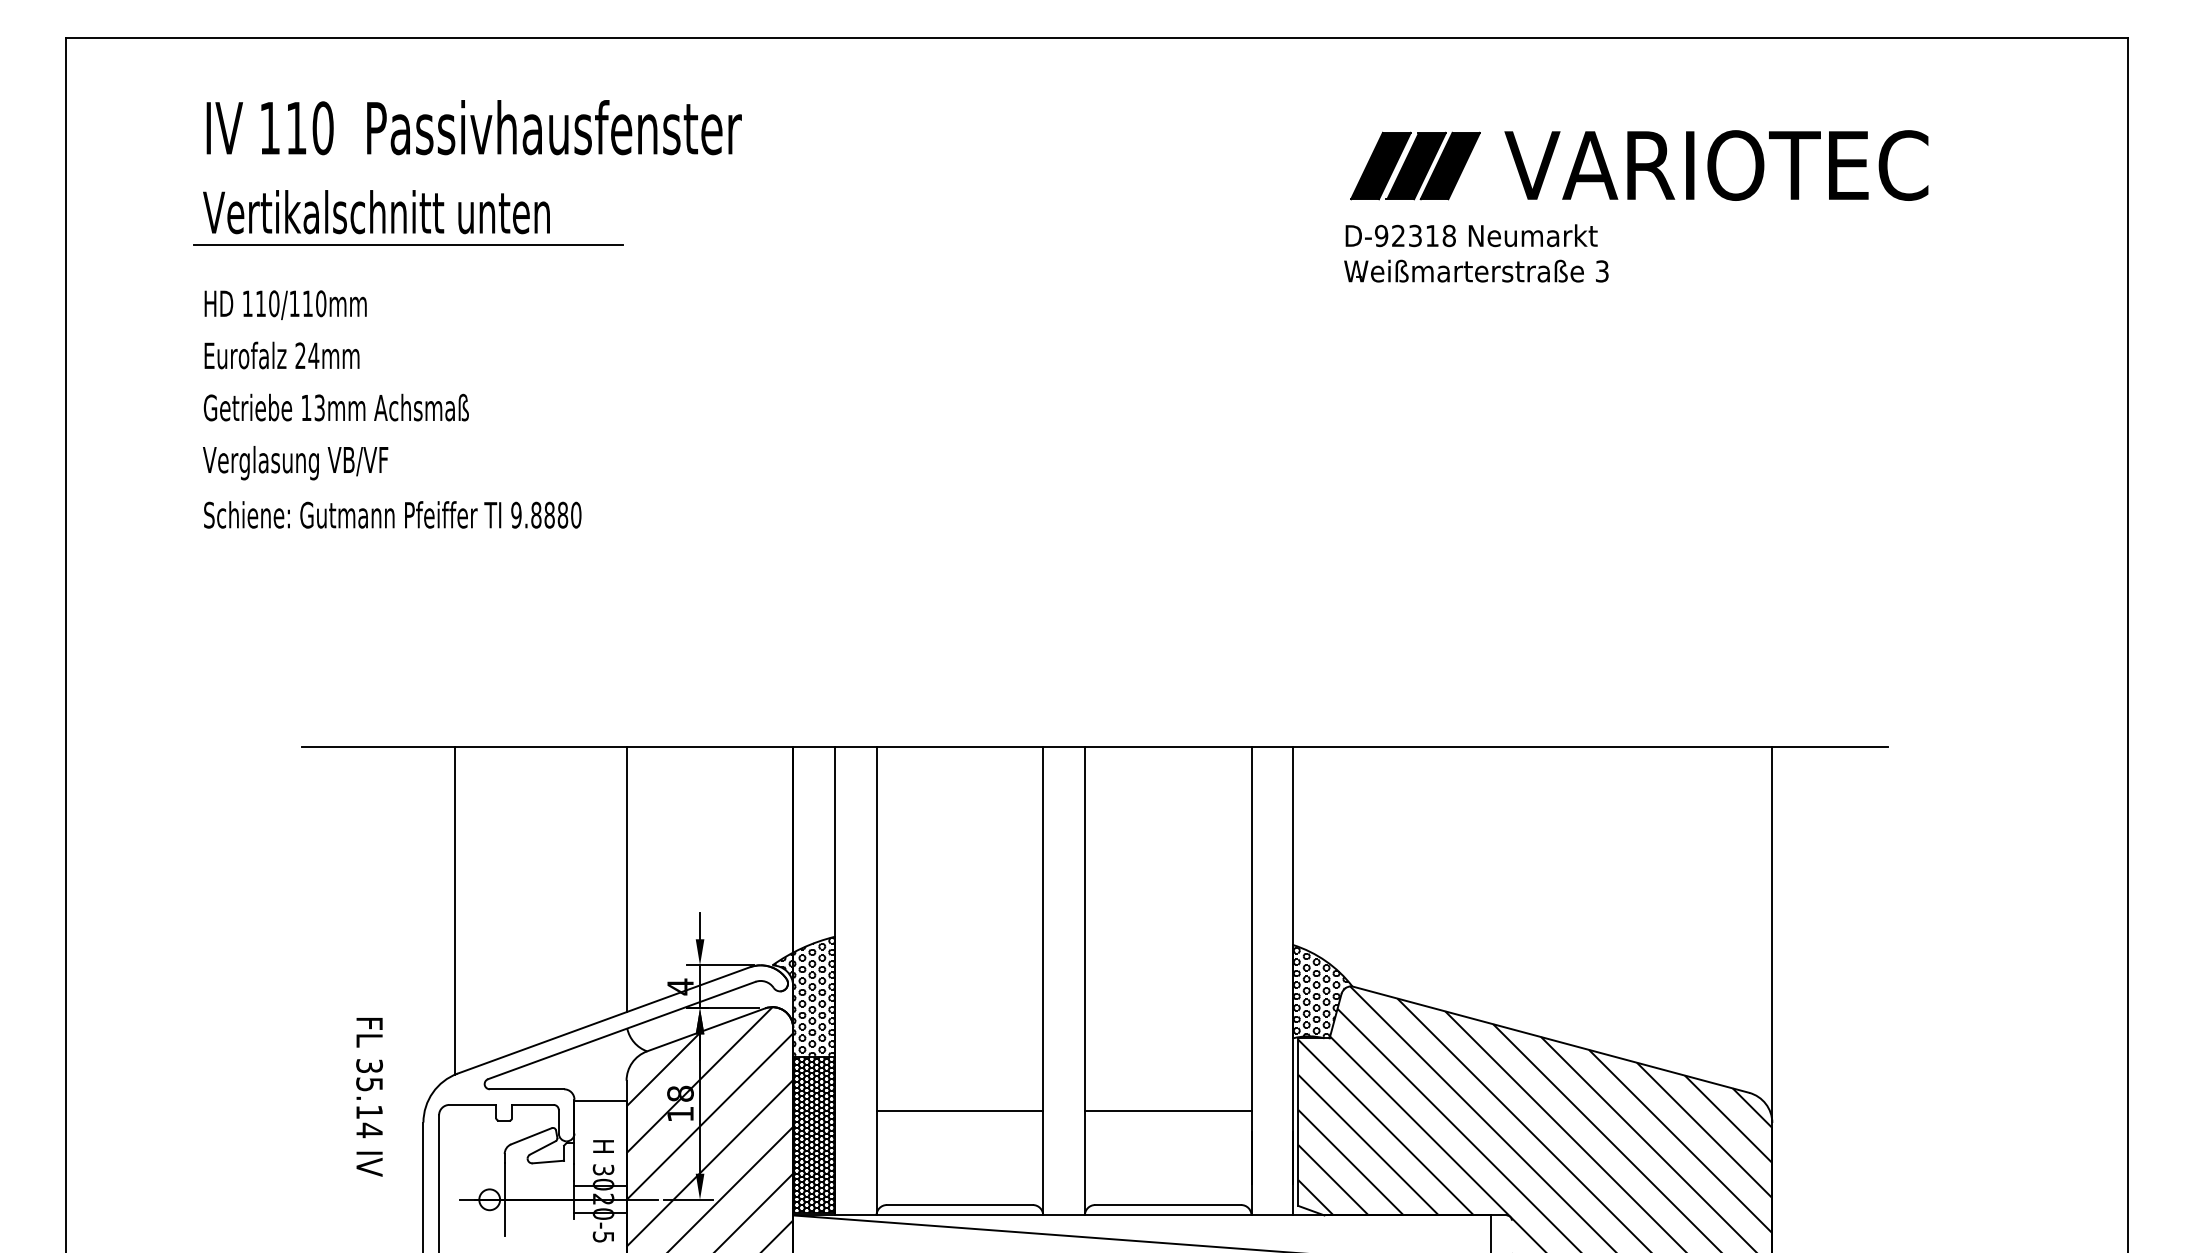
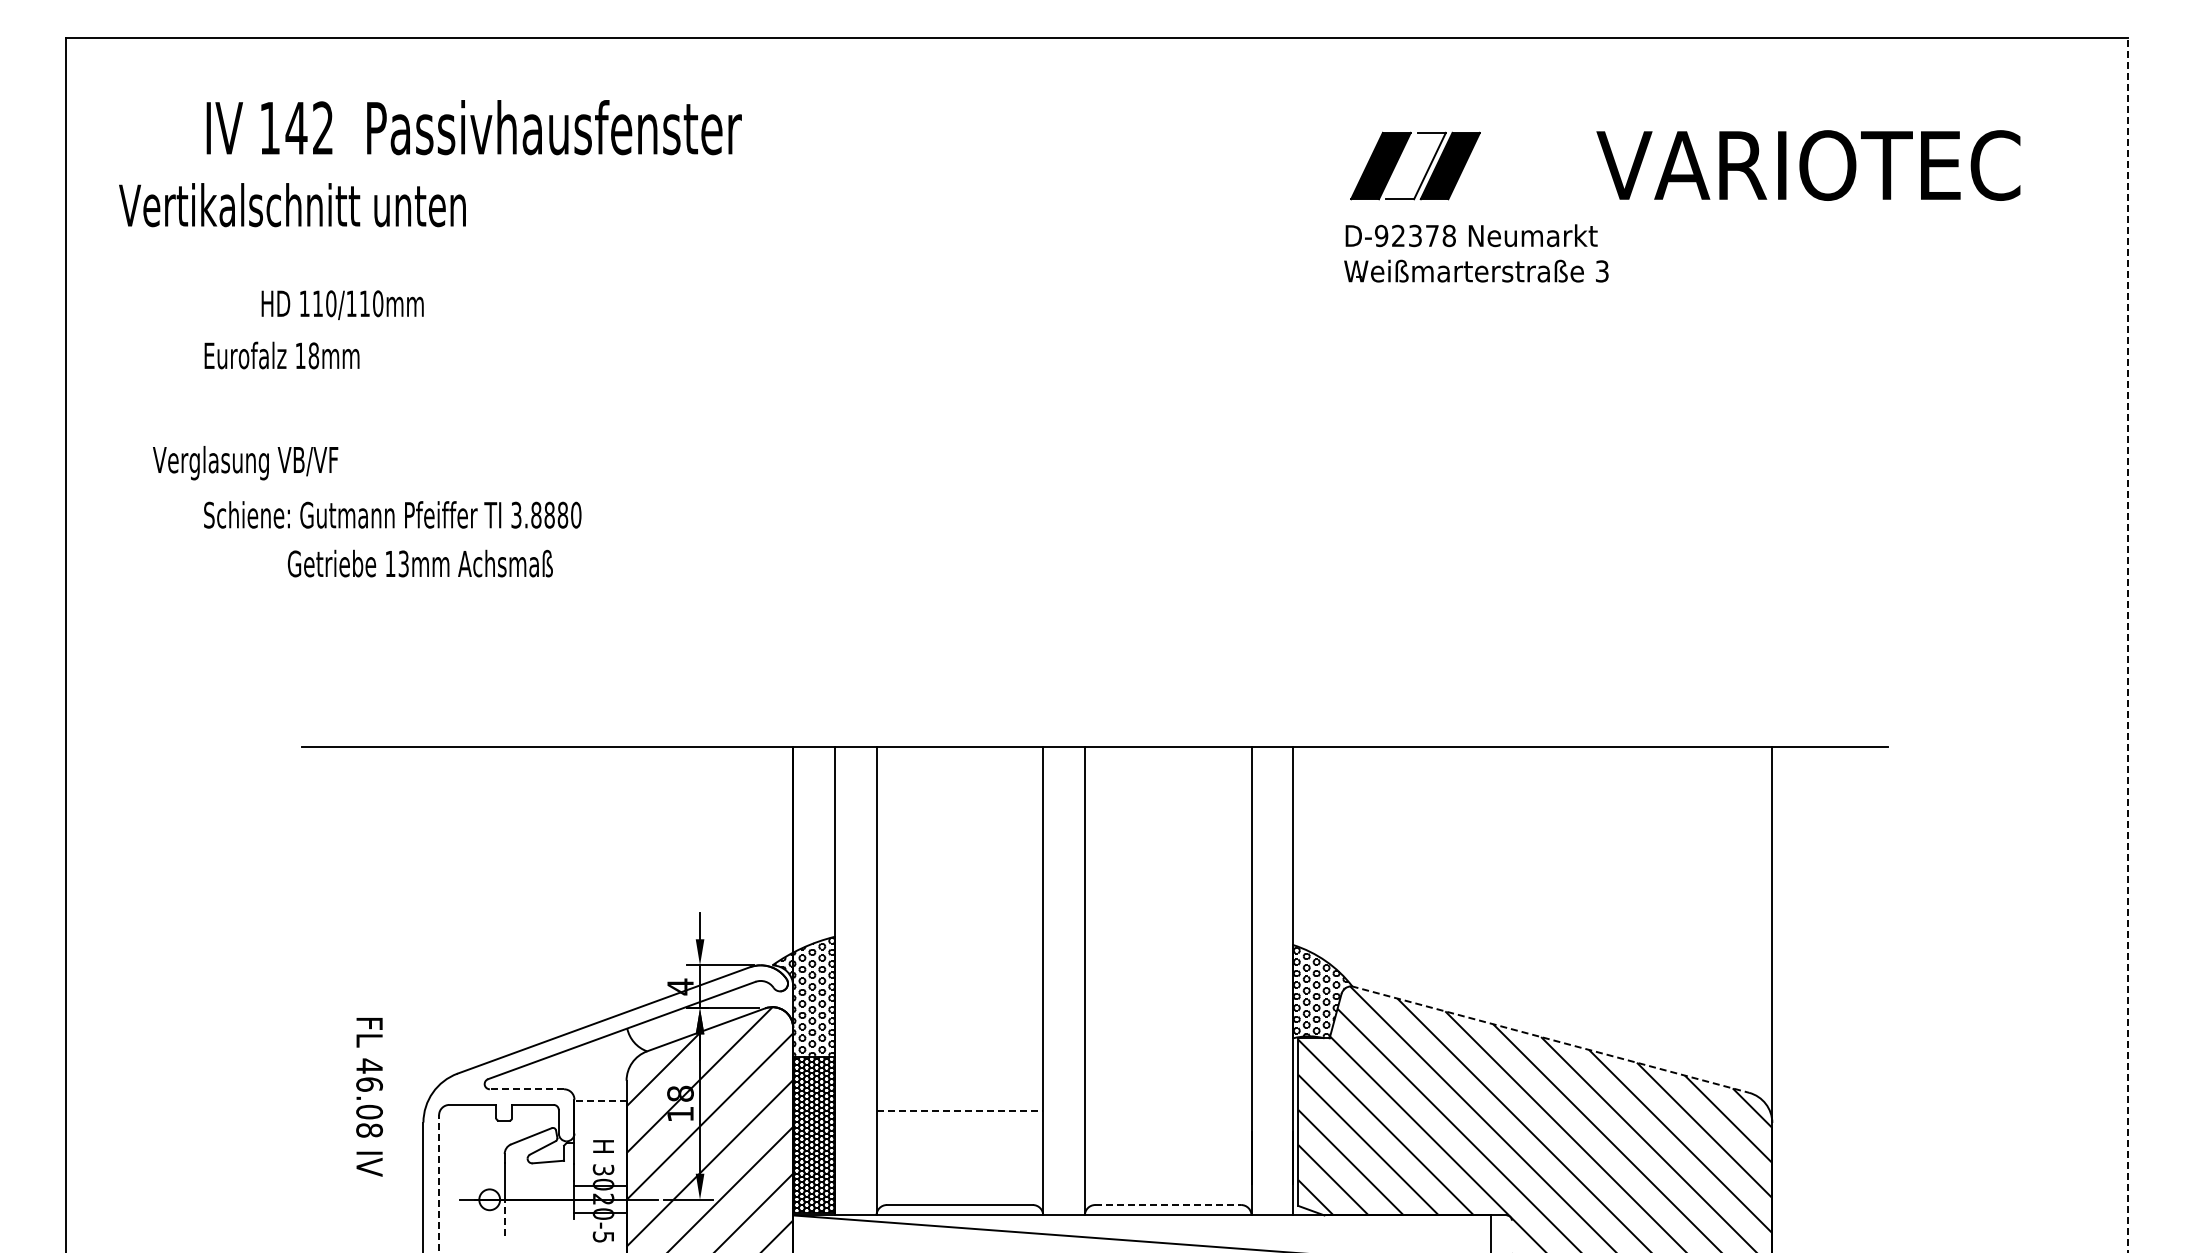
text at (309, 128): 110 -> 142
fill at (1415, 165): present -> none
text at (1716, 165) position: (1716, 165) -> (1808, 165)
text at (376, 212) position: (376, 212) -> (292, 205)
text at (1432, 235): D-92318 -> D-92378
line at (408, 245): present -> none
text at (285, 304) position: (285, 304) -> (342, 304)
text at (307, 355): 24mm -> 18mm
text at (335, 407) position: (335, 407) -> (419, 563)
text at (295, 463) position: (295, 463) -> (245, 463)
text at (516, 515): 9.8880 -> 3.8880
line at (2128, 644): solid -> dashed
line at (626, 879): present -> none
line at (454, 910): present -> none
line at (1550, 1039): solid -> dashed
line at (526, 1089): solid -> dashed
text at (369, 1098): 35.14 -> 46.08
line at (600, 1100): solid -> dashed
line at (960, 1111): solid -> dashed
line at (1167, 1111): present -> none
line at (439, 1183): solid -> dashed
line at (1168, 1205): solid -> dashed
line at (504, 1217): solid -> dashed
